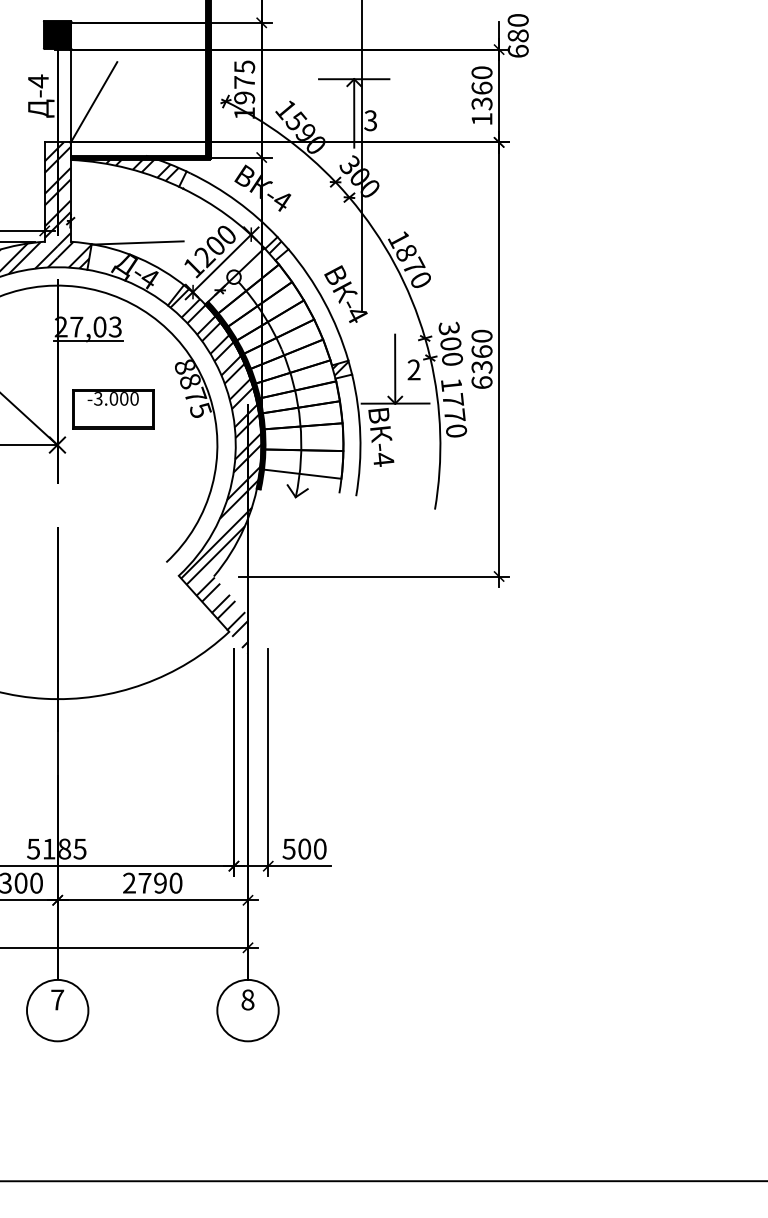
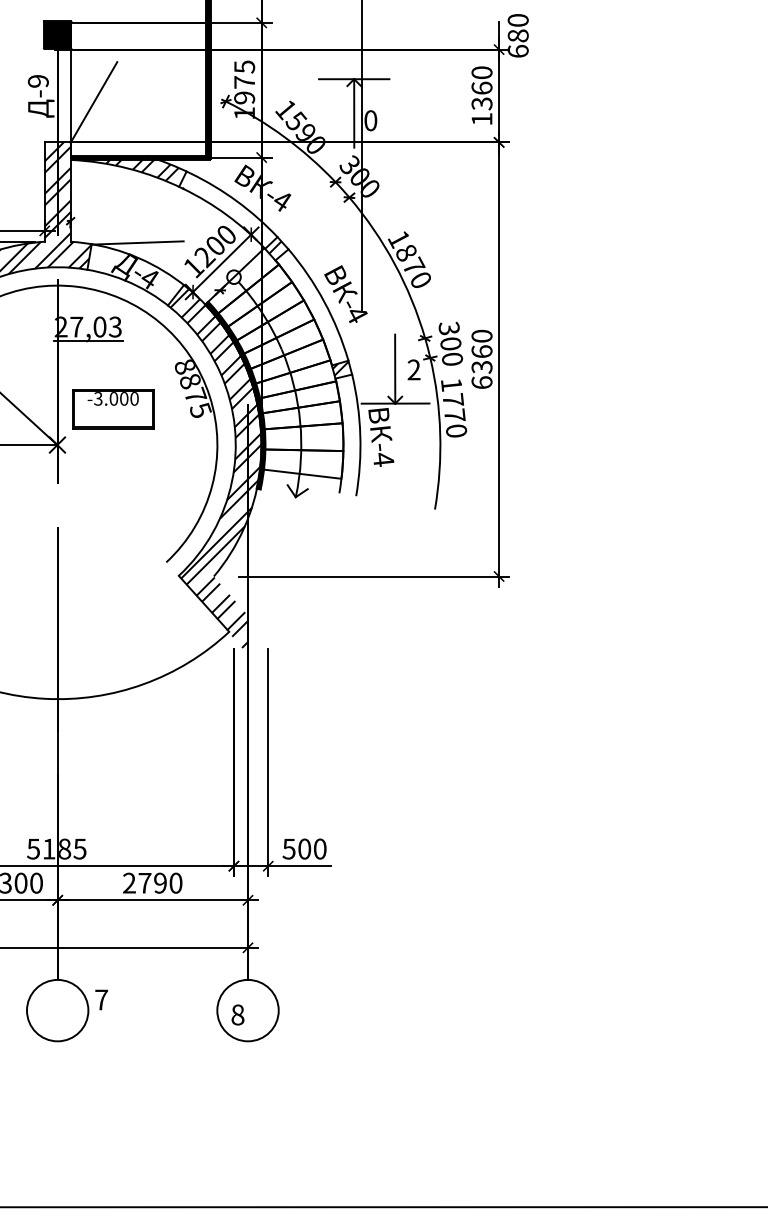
text at (37, 81): -4 -> -9
text at (370, 120): 3 -> 0
text at (57, 999) position: (57, 999) -> (101, 999)
text at (247, 999) position: (247, 999) -> (237, 1014)
line at (383, 1181) position: (383, 1181) -> (383, 1207)
